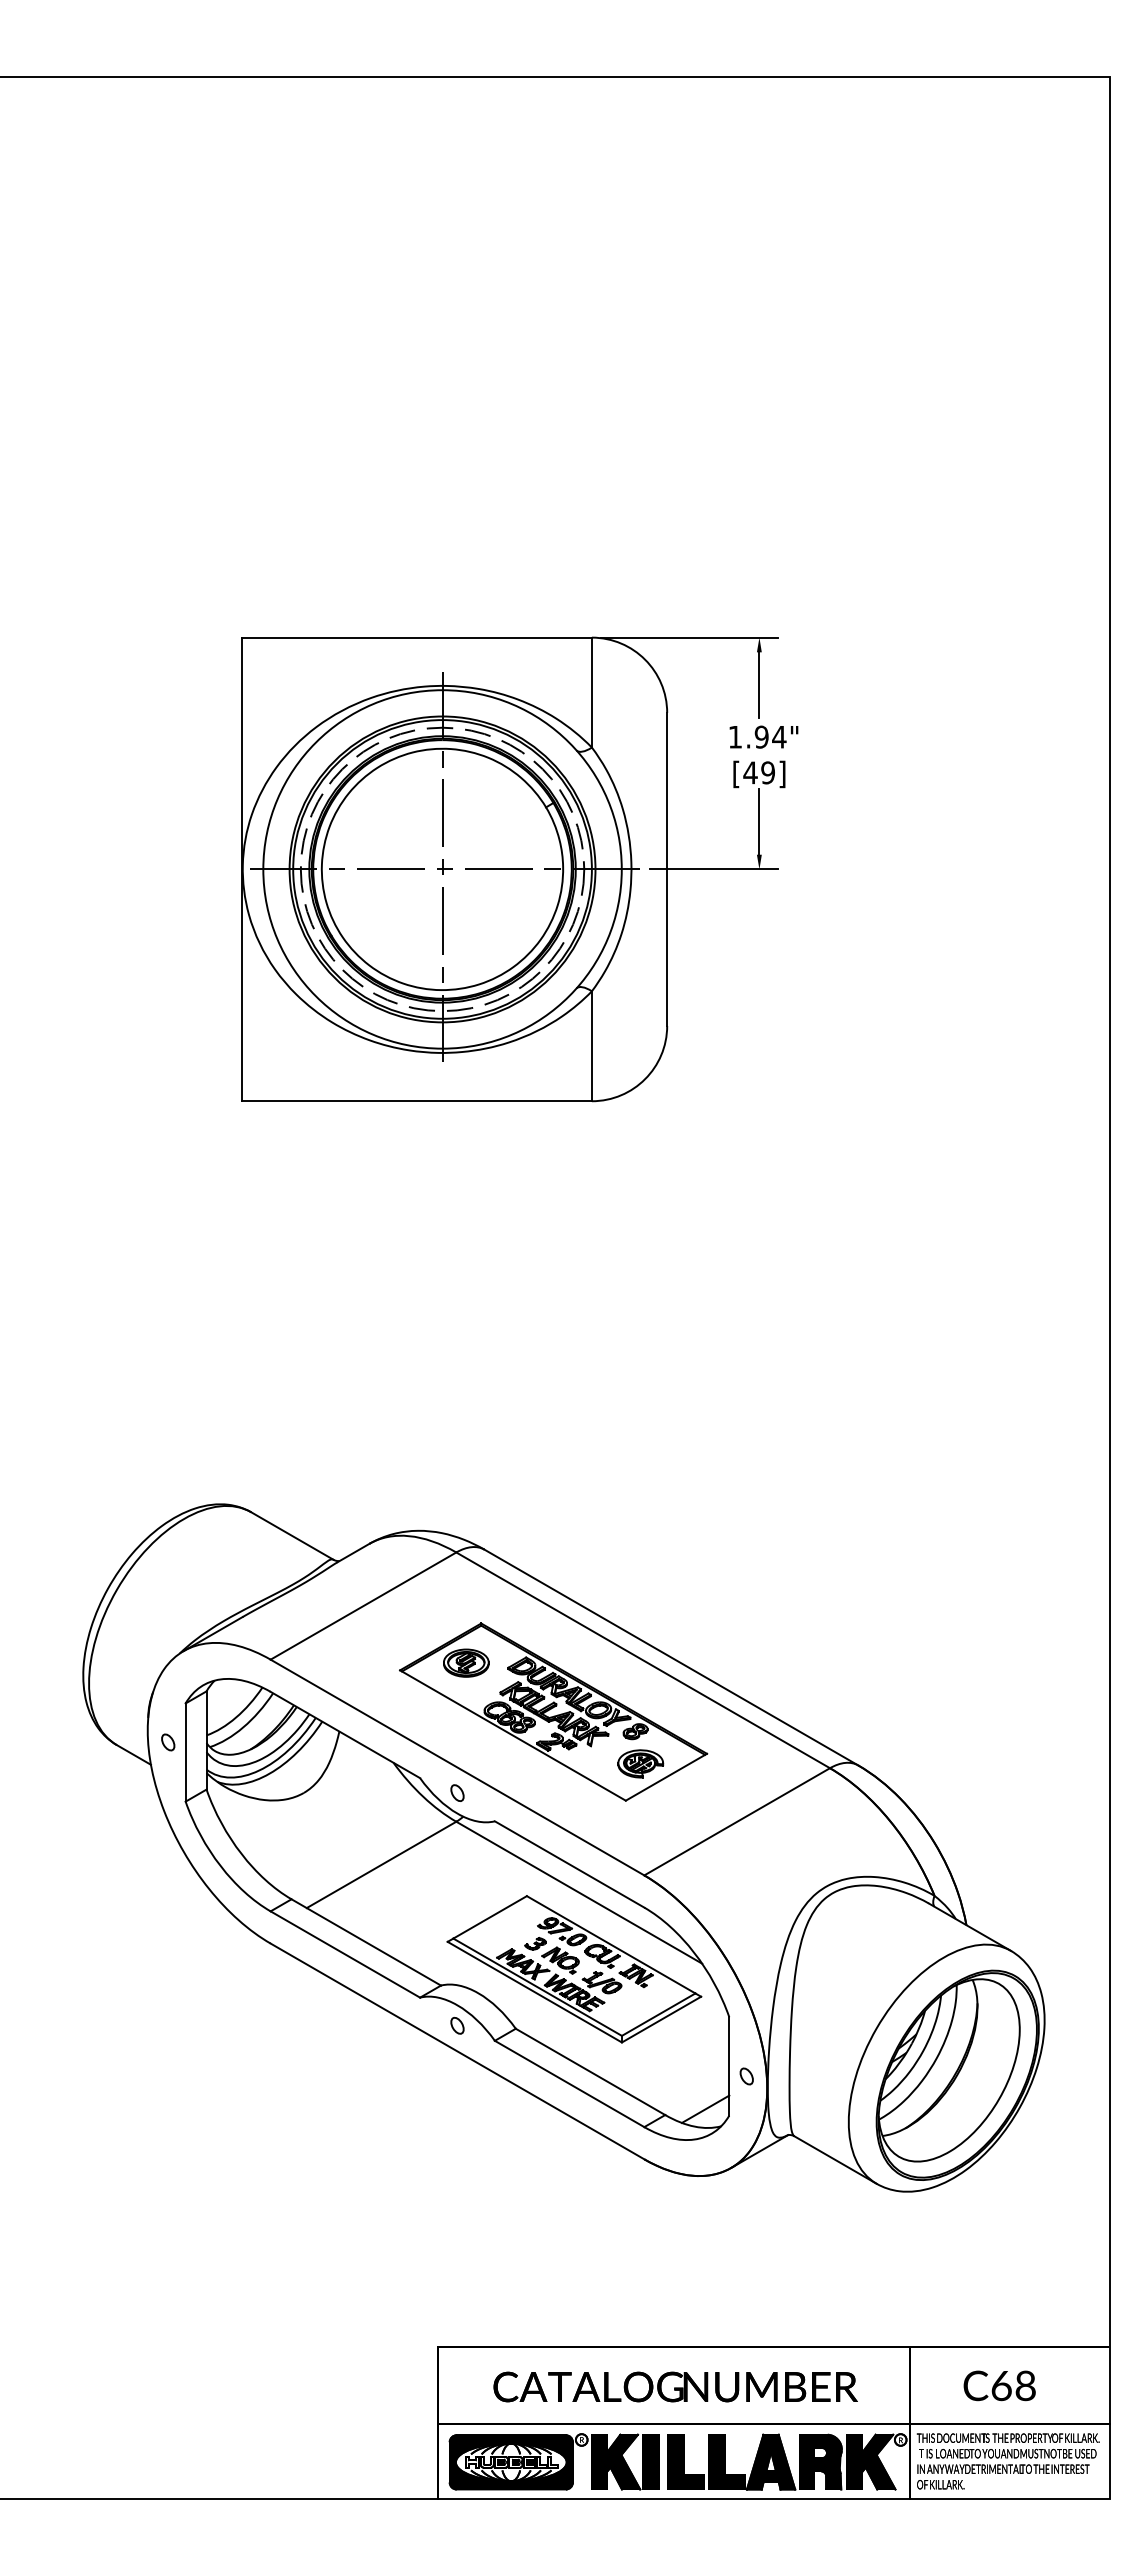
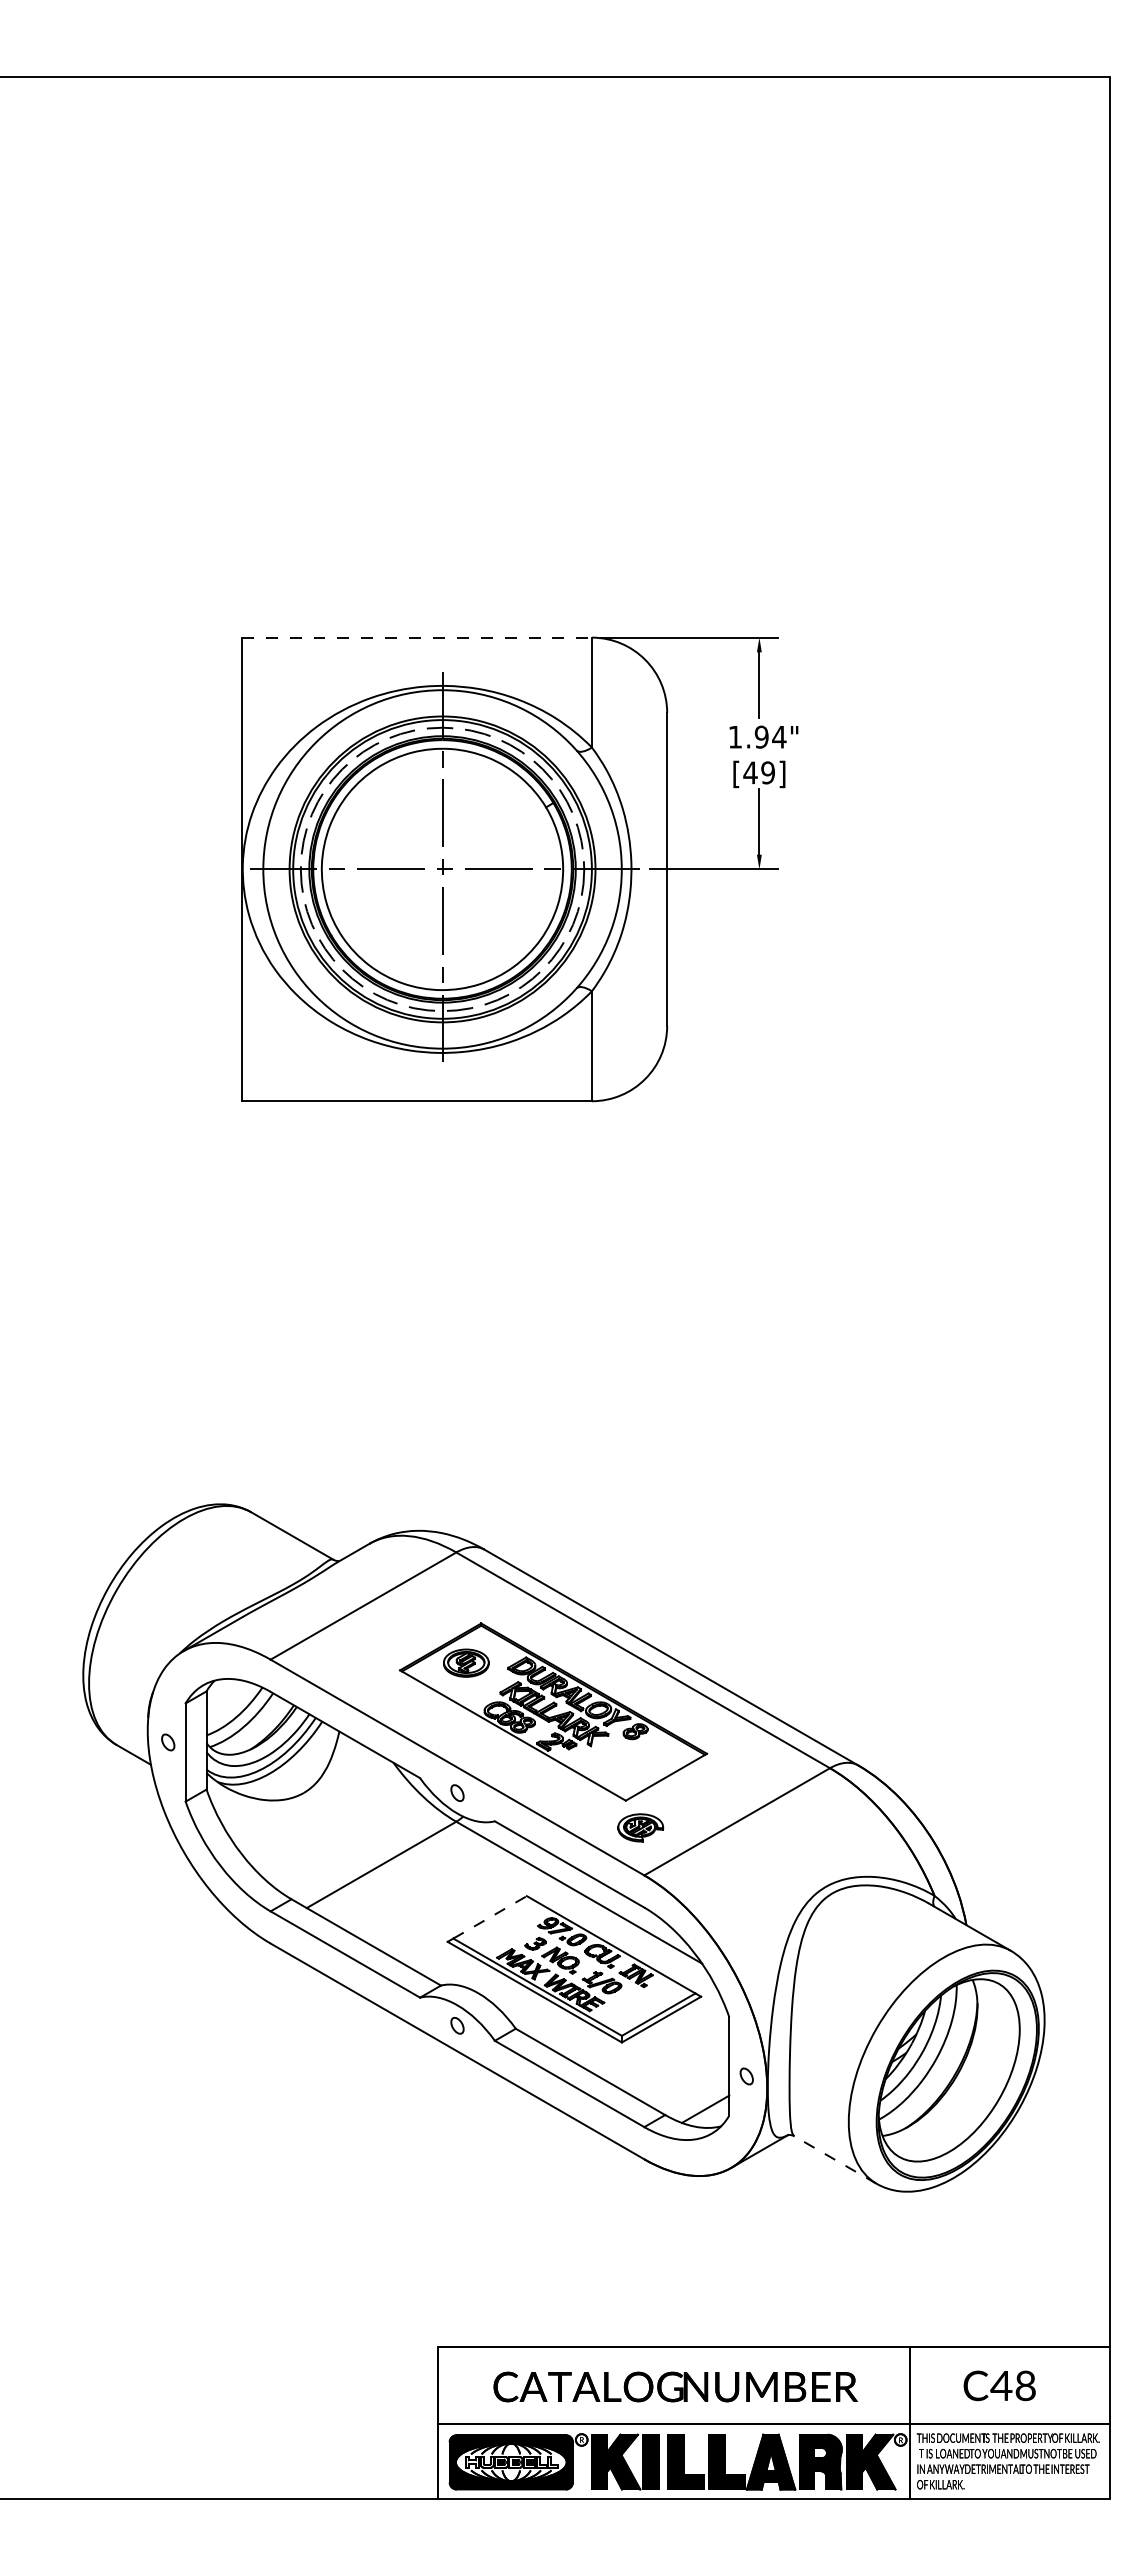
line at (417, 637): solid -> dashed
part at (640, 1763) position: (640, 1763) -> (640, 1827)
line at (490, 1917): solid -> dashed
line at (835, 2159): solid -> dashed
text at (1001, 2386): C68 -> C48
